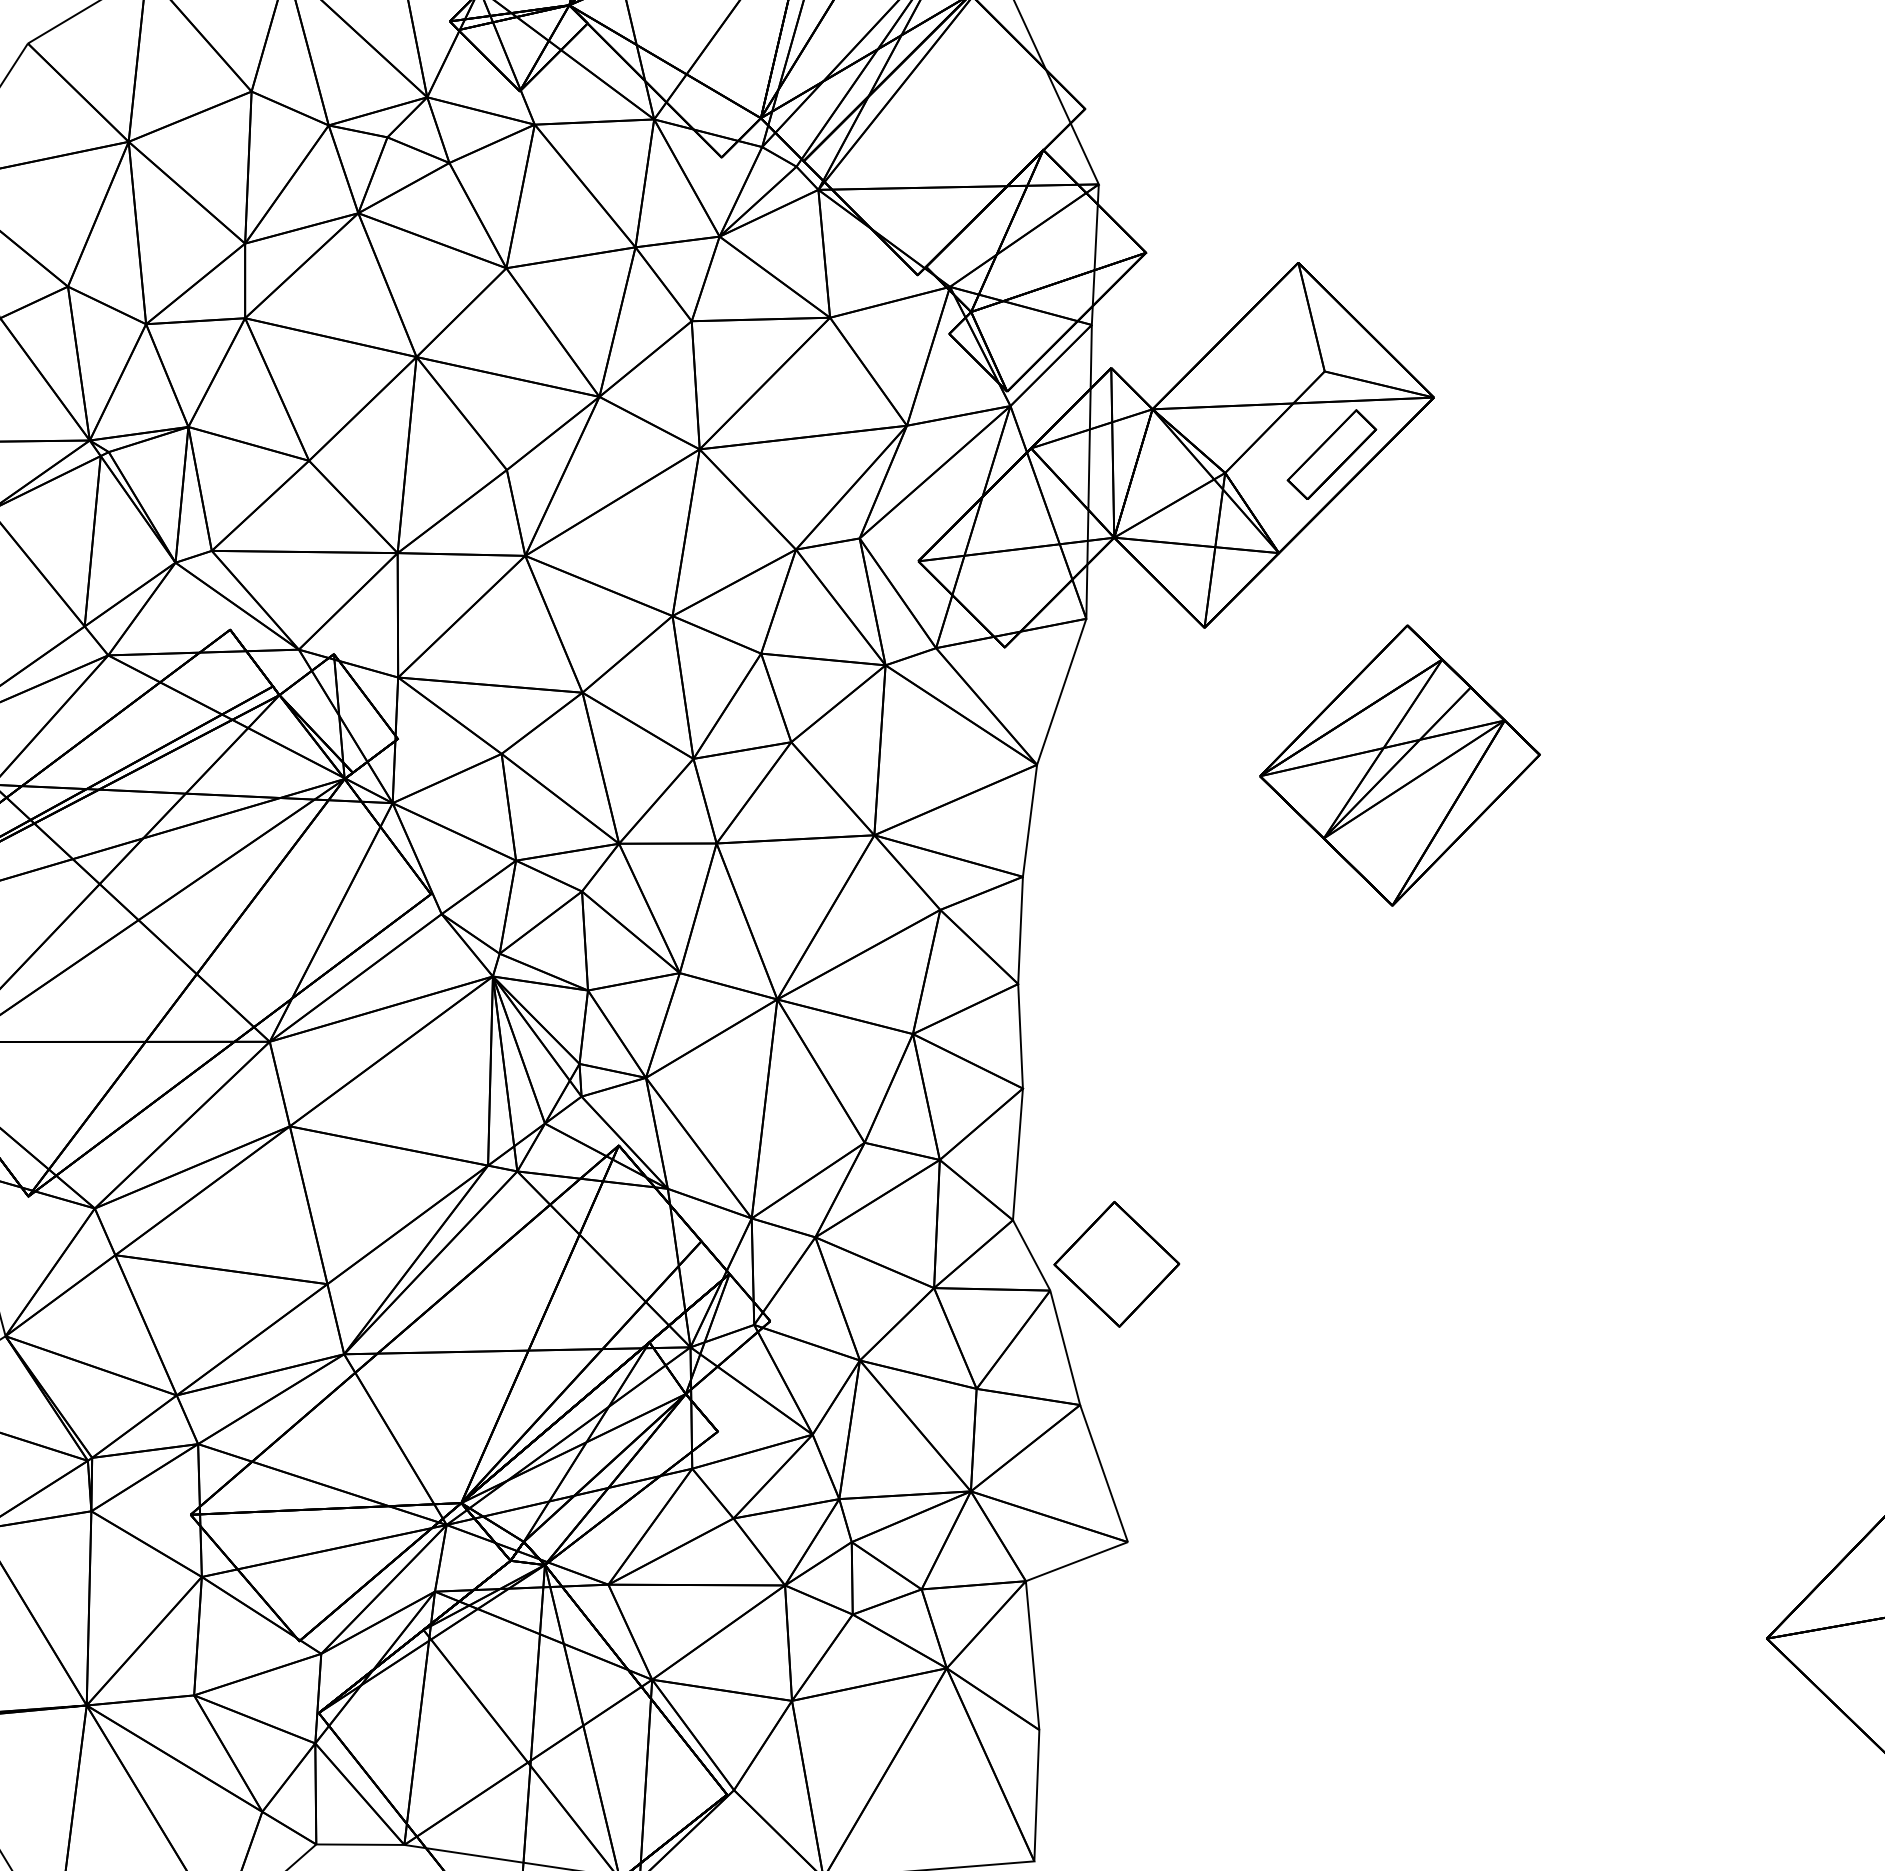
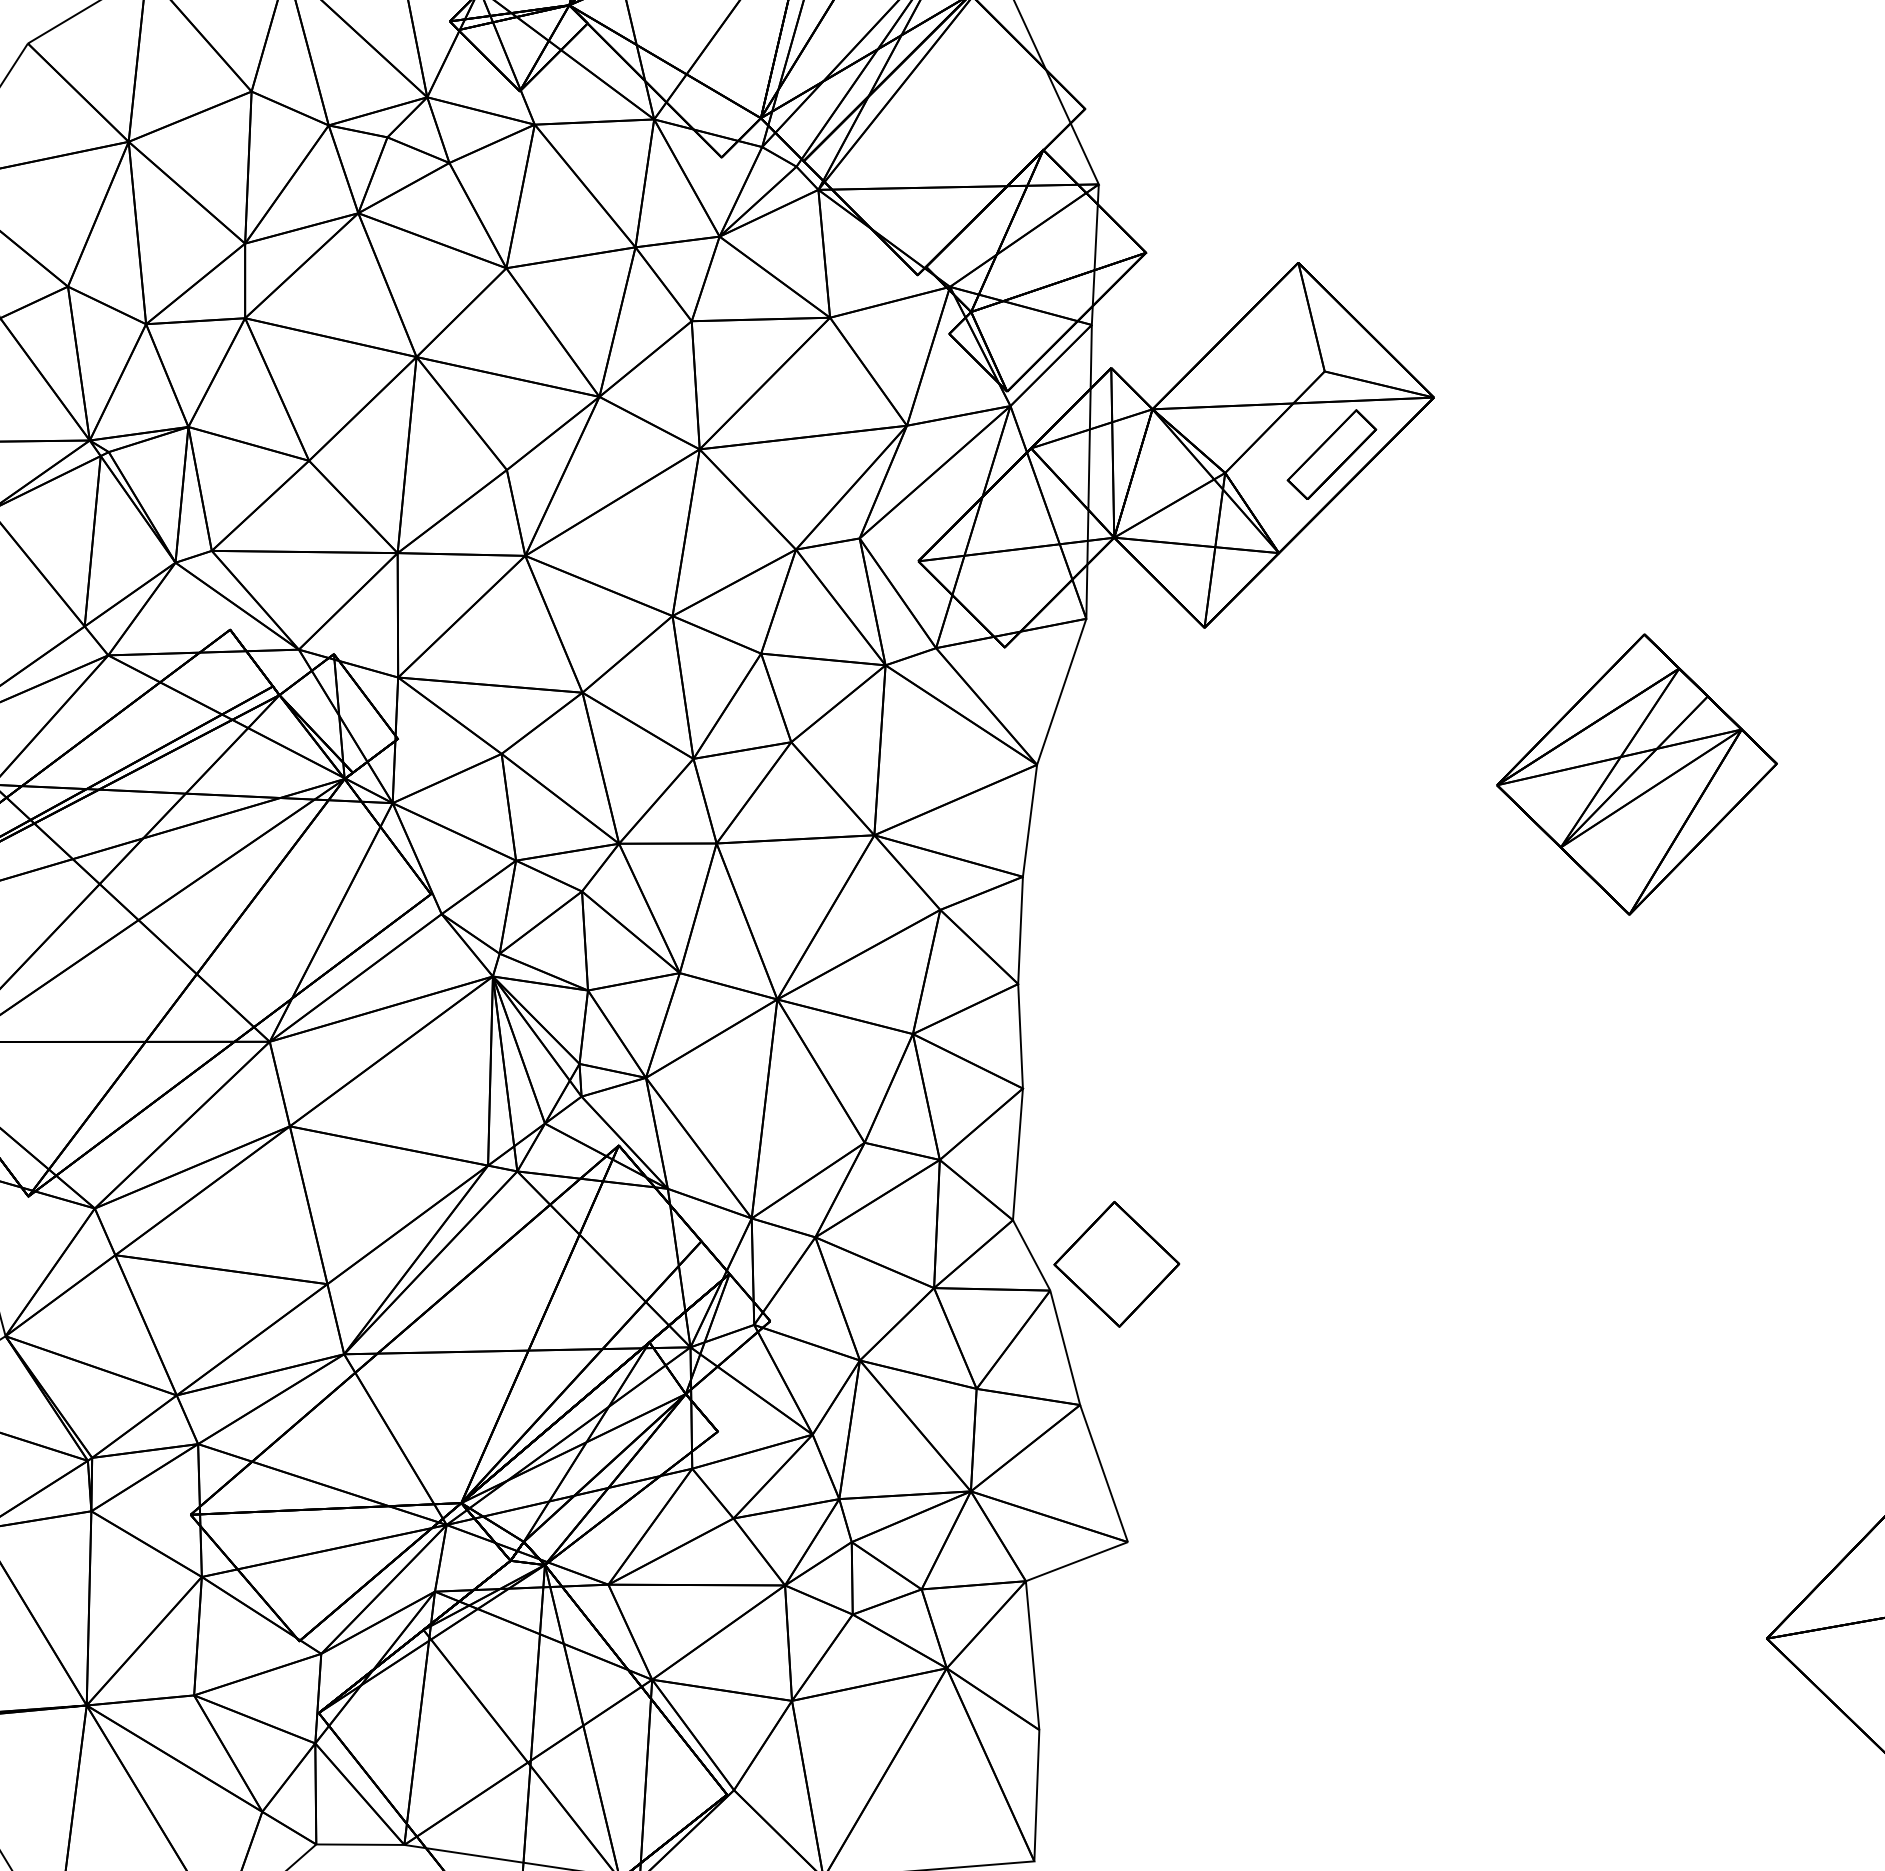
part at (1399, 765) position: (1399, 765) -> (1636, 774)
